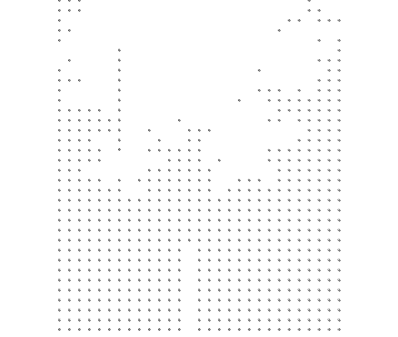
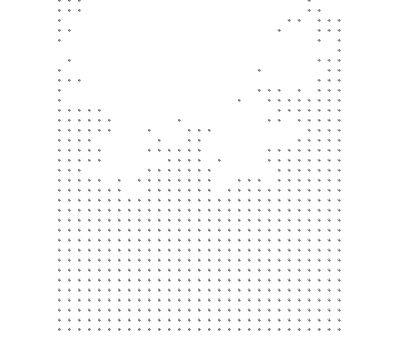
part at (328, 30): none -> present
part at (119, 99): present -> none
part at (189, 289): none -> present
